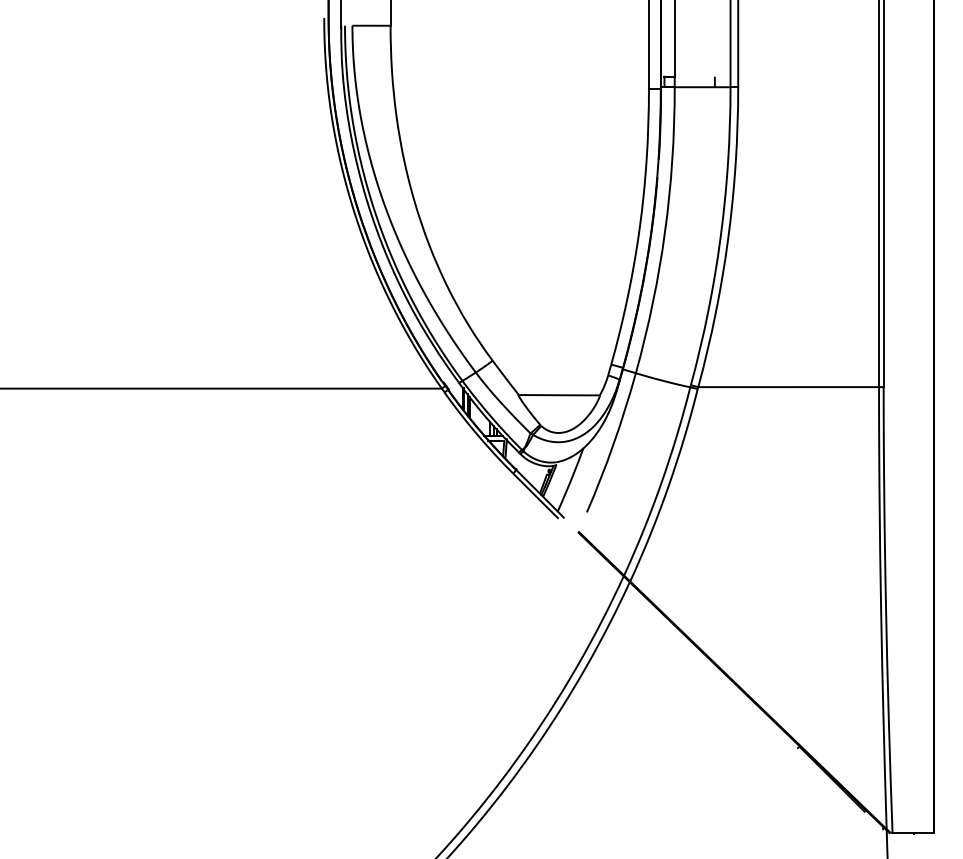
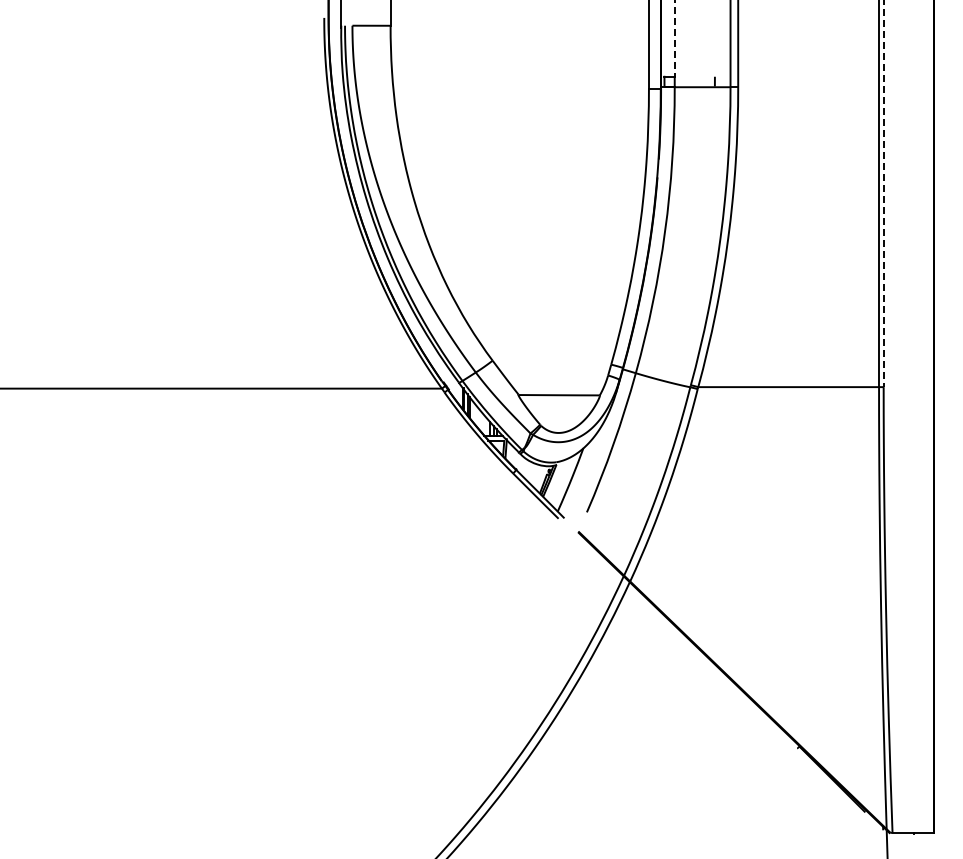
line at (674, 38): solid -> dashed
line at (883, 194): solid -> dashed
